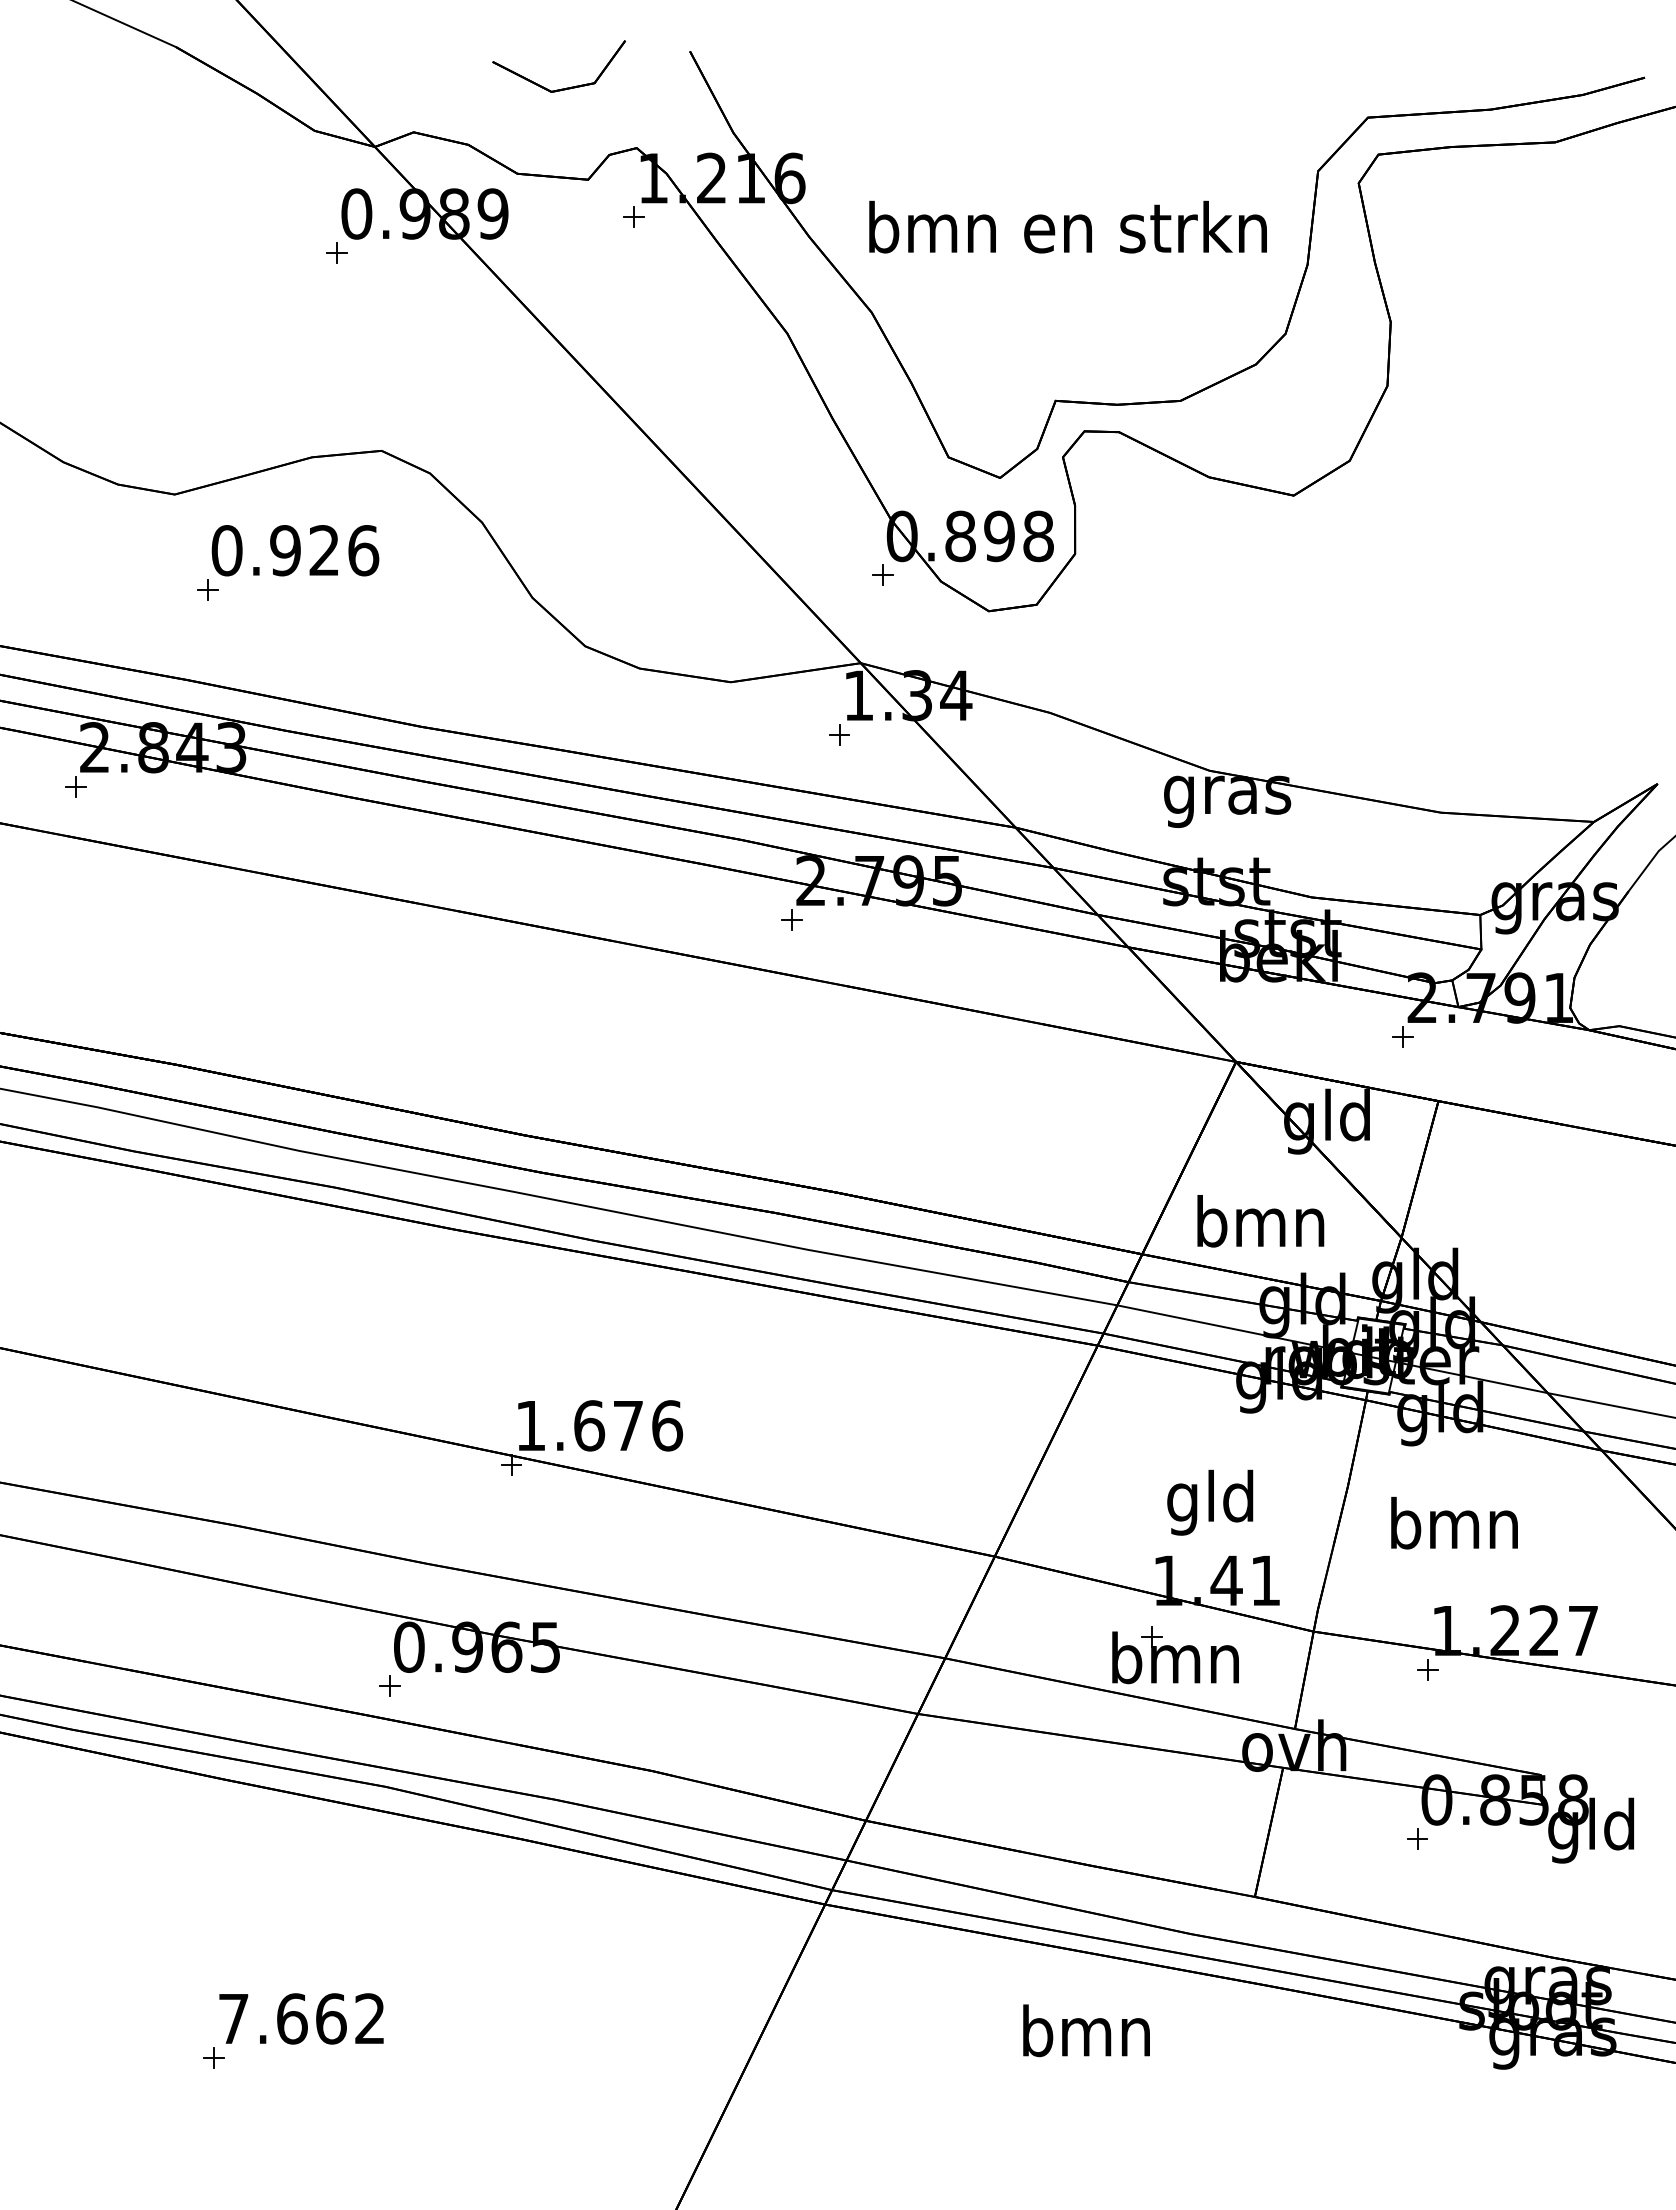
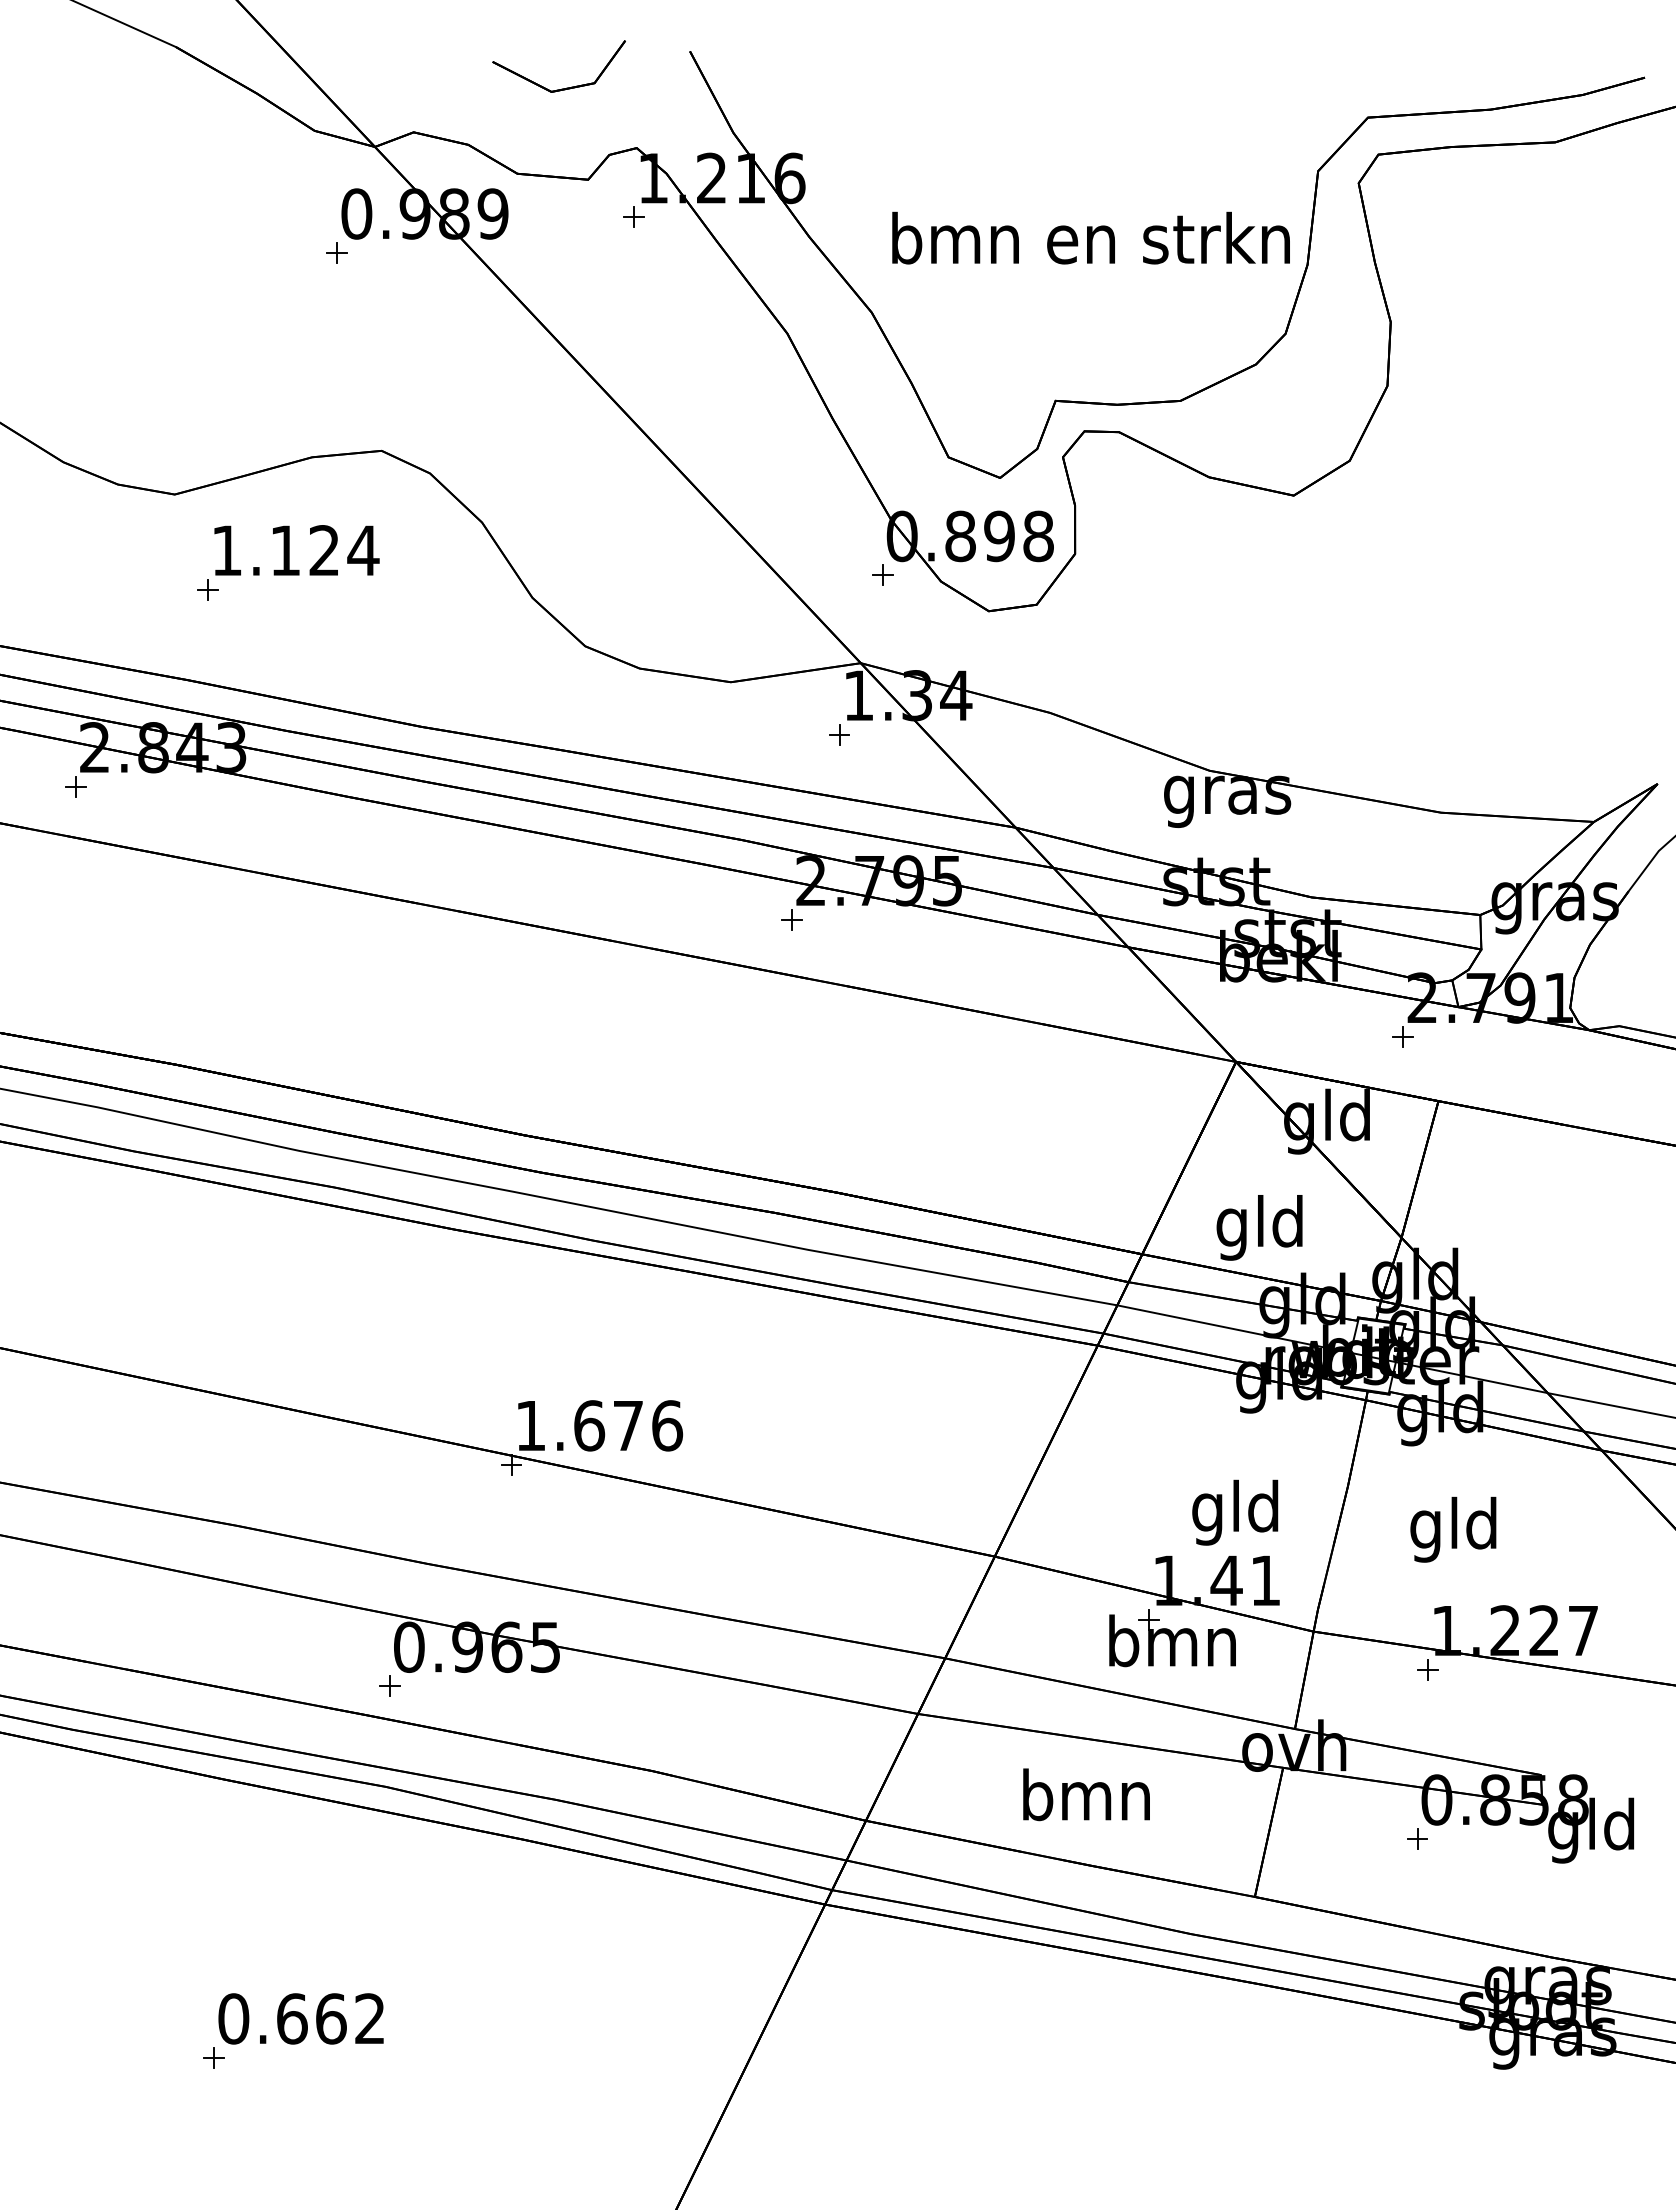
text at (1067, 226) position: (1067, 226) -> (1090, 237)
text at (295, 550): 0.926 -> 1.124
text at (1260, 1227): bmn -> gld
text at (1210, 1502) position: (1210, 1502) -> (1235, 1512)
text at (1454, 1529): bmn -> gld
part at (1175, 1655) position: (1175, 1655) -> (1172, 1638)
text at (233, 2018): 7.662 -> 0.662
text at (1086, 2030) position: (1086, 2030) -> (1086, 1794)
